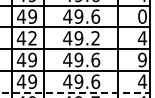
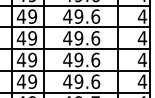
text at (142, 16): 0 -> 4
text at (32, 38): 42 -> 49
text at (95, 38): 49.2 -> 49.6
text at (142, 59): 9 -> 4
line at (75, 92): dashed -> solid
